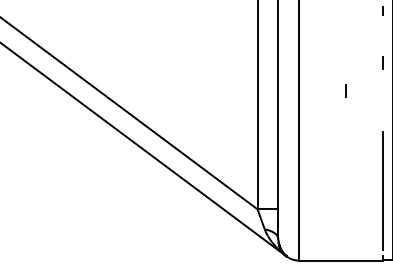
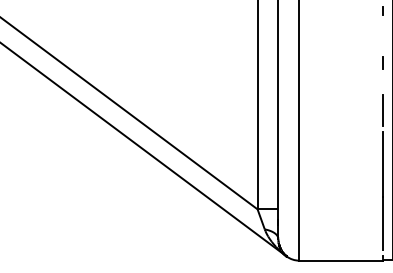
line at (345, 90): present -> none
line at (382, 109): none -> present
